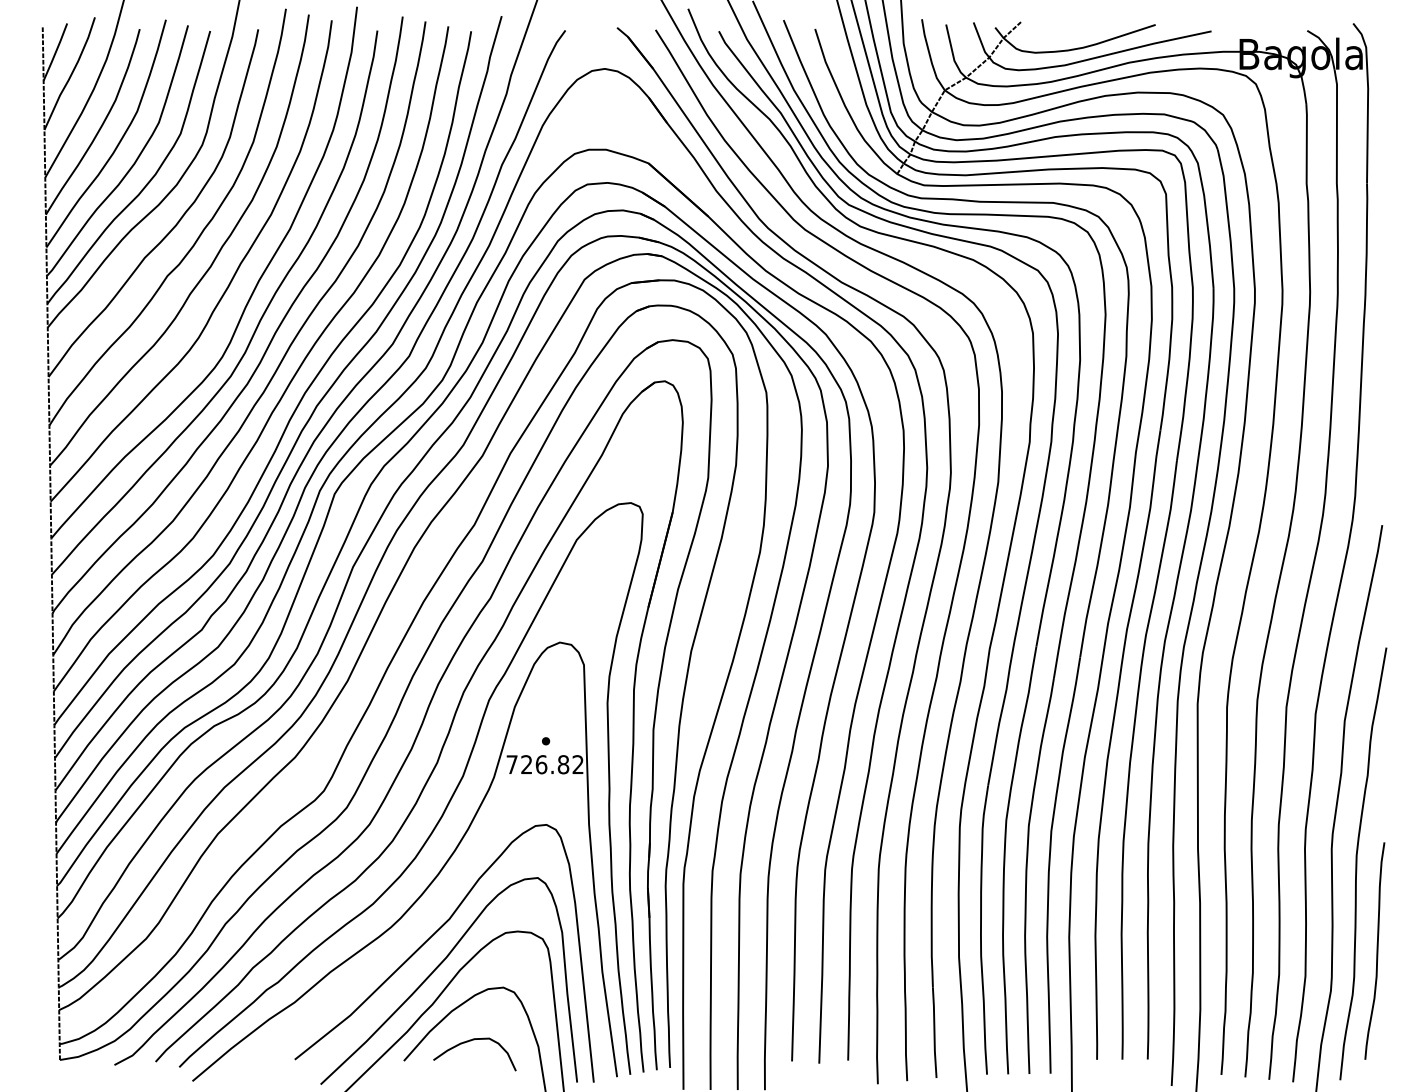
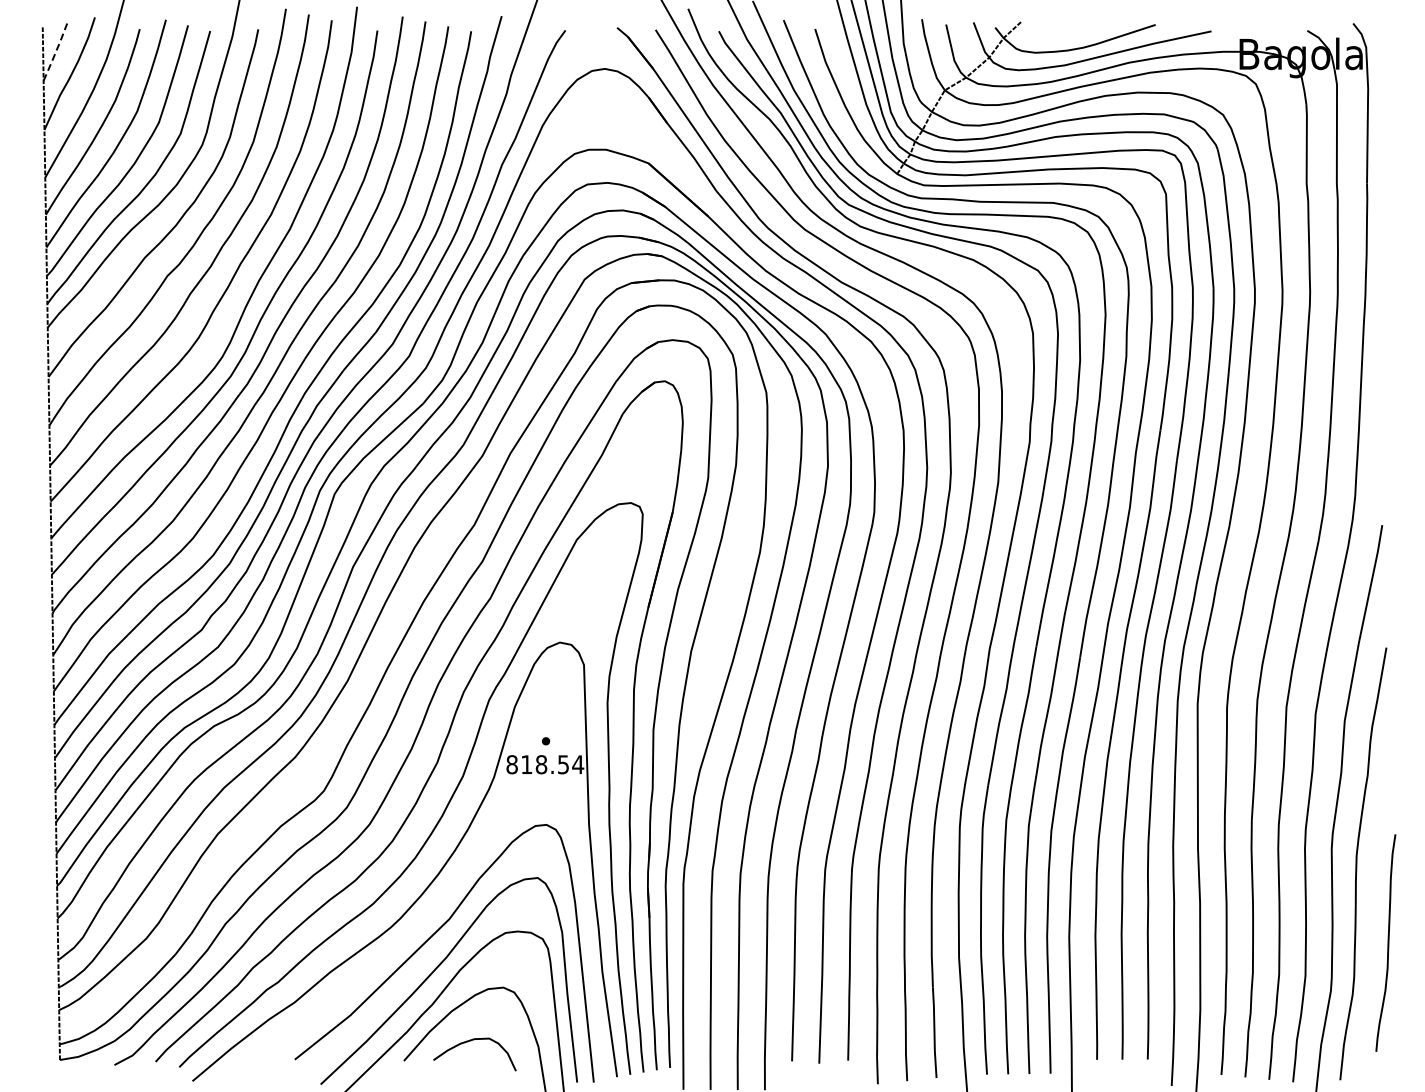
line at (56, 51): solid -> dashed
text at (545, 764): 726.82 -> 818.54
curve at (1376, 950) position: (1376, 950) -> (1387, 942)
